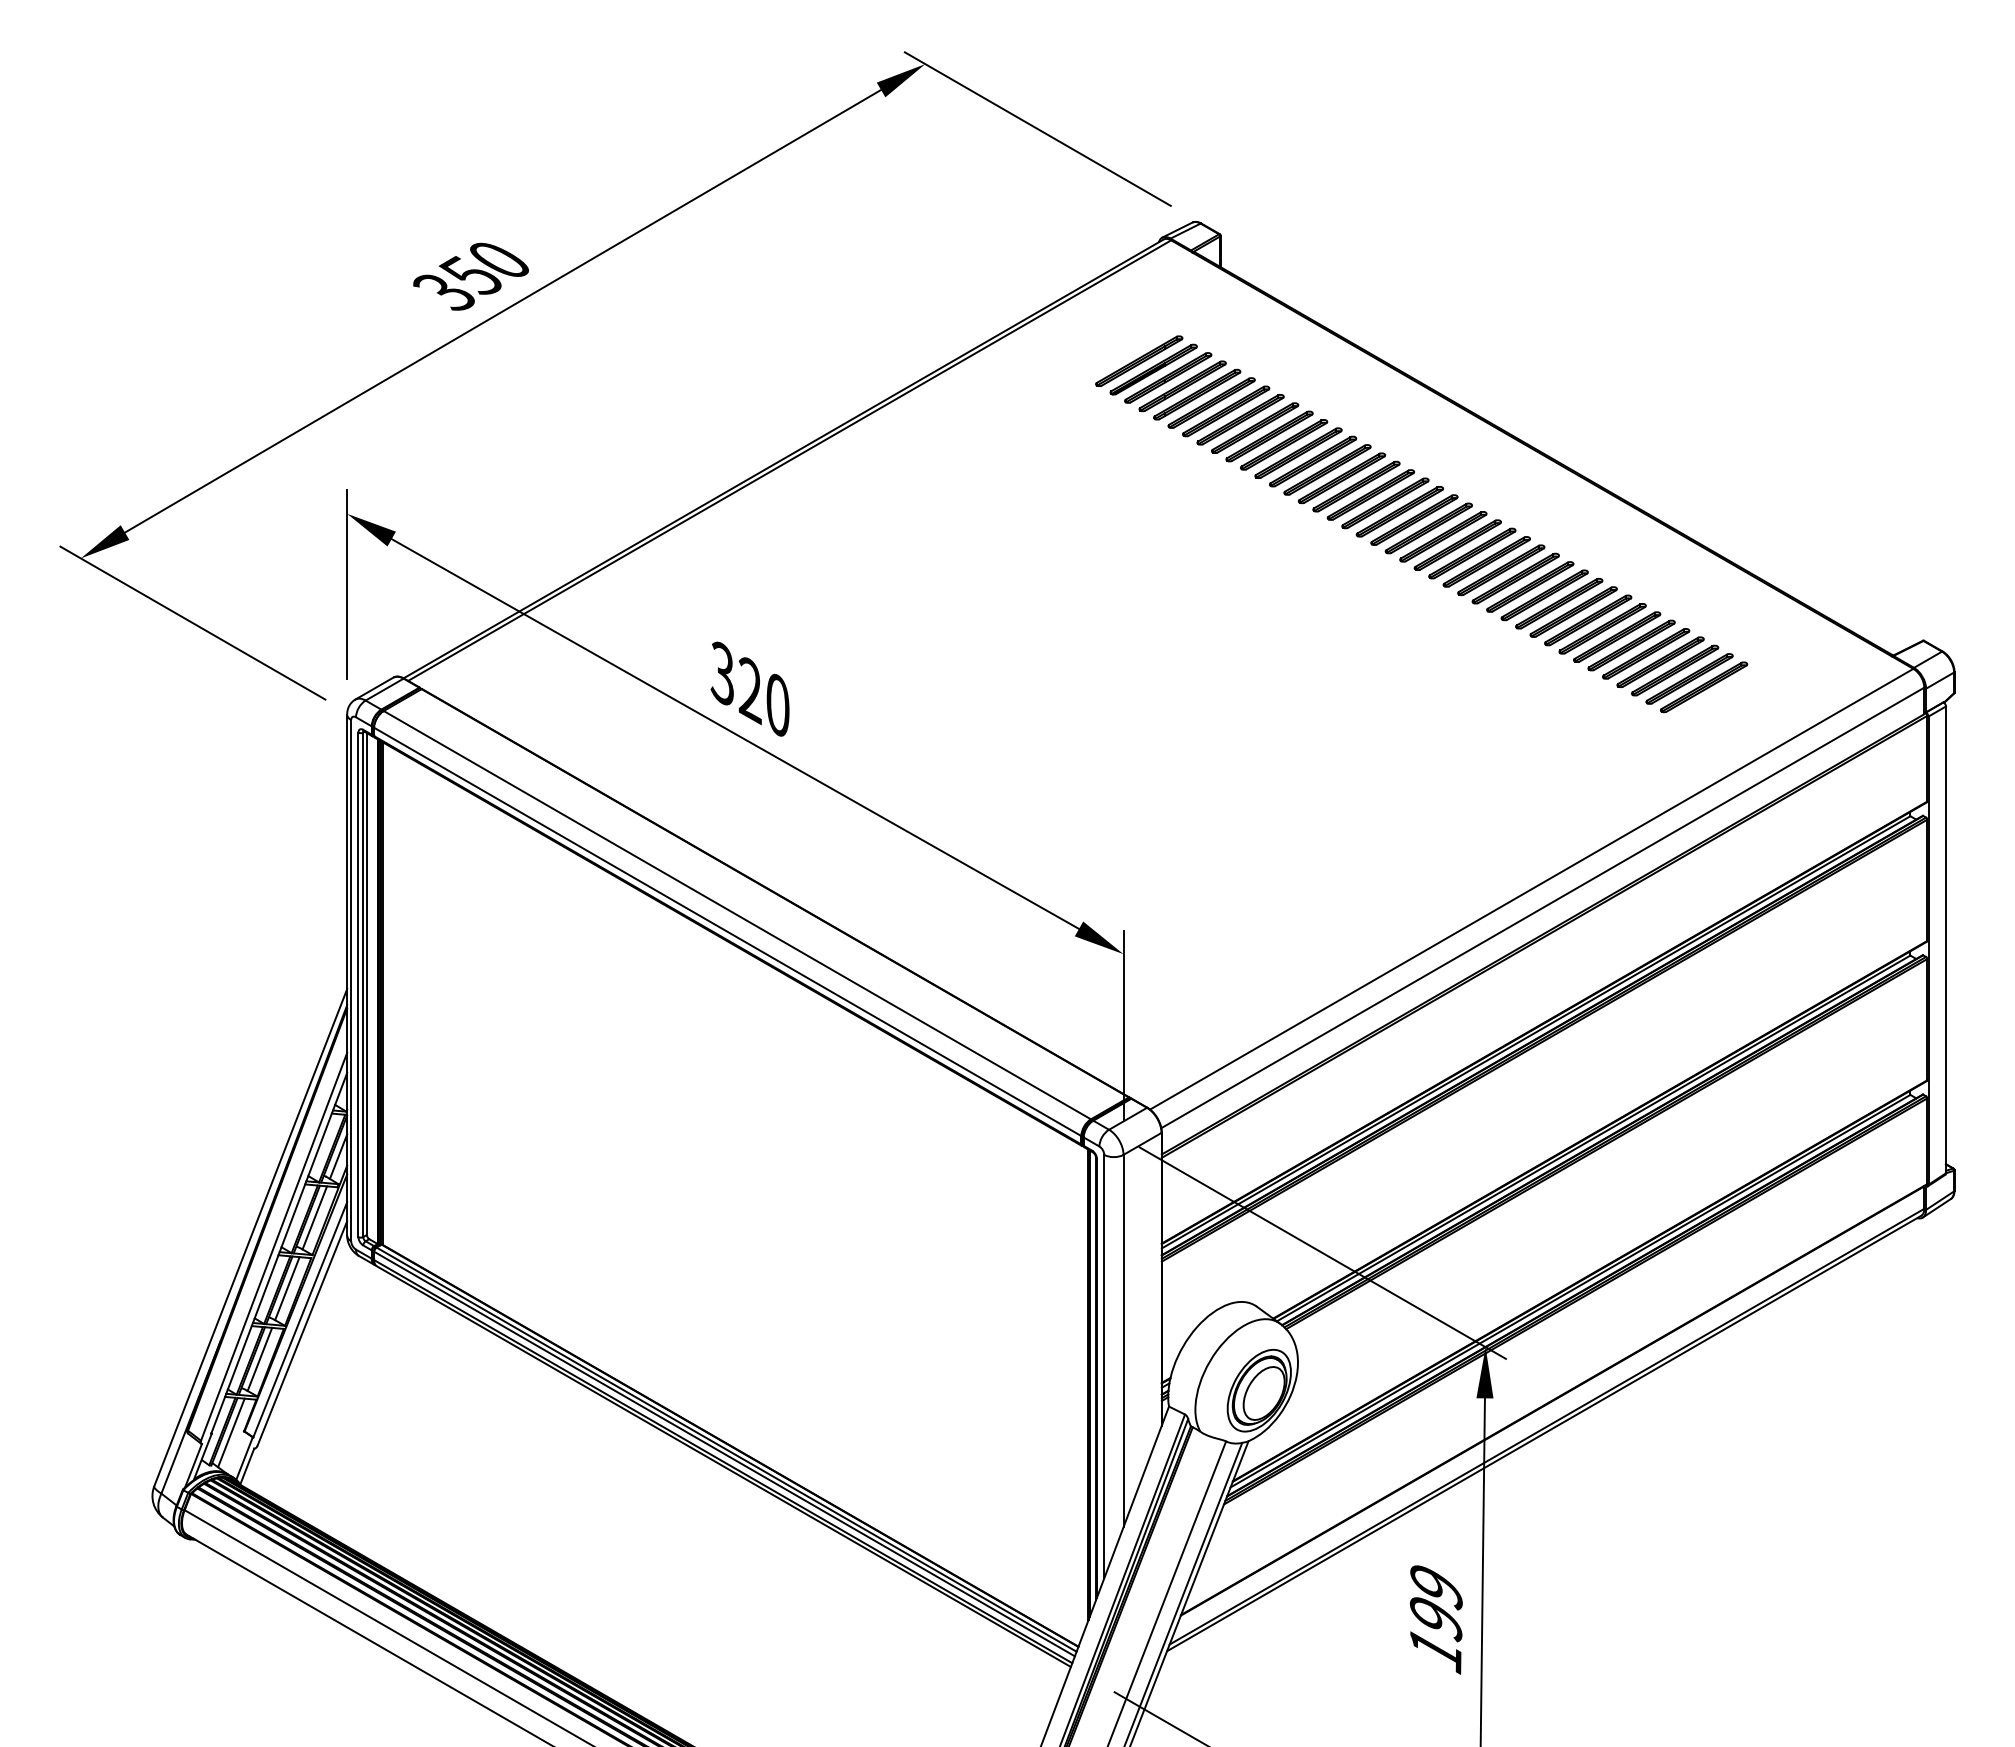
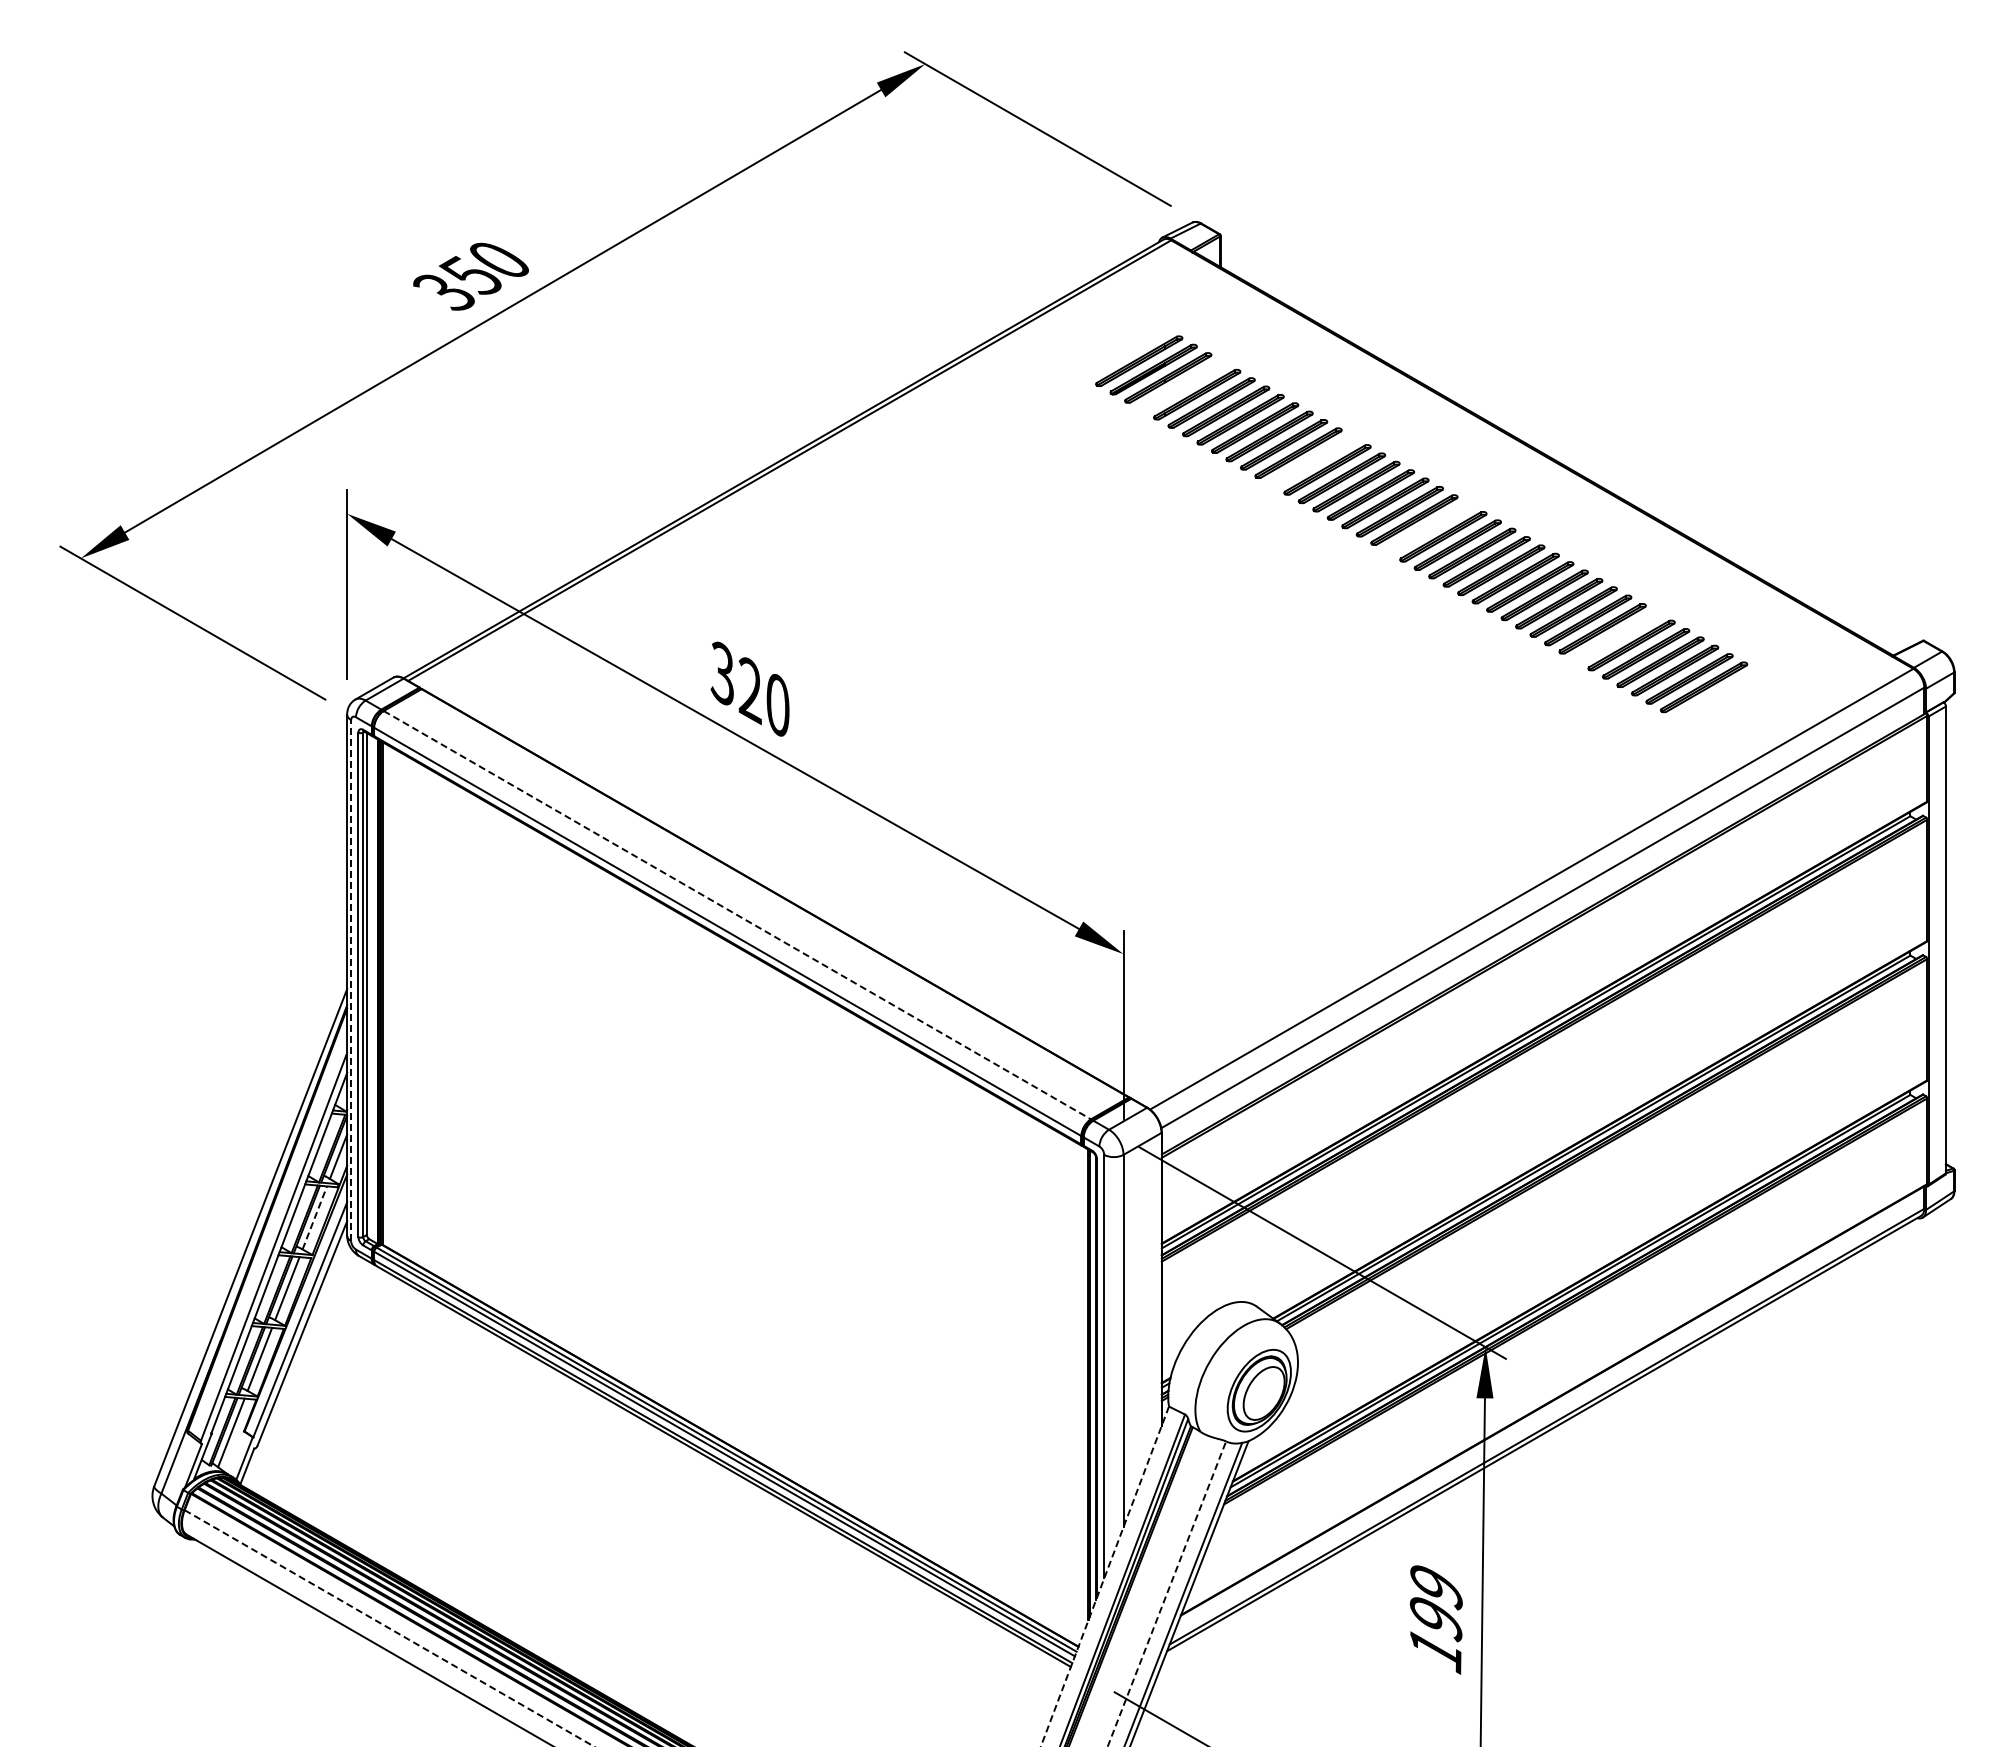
part at (1182, 386): present -> none
part at (1313, 461): present -> none
part at (1428, 528): present -> none
part at (1617, 636): present -> none
line at (737, 915): solid -> dashed
line at (351, 980): solid -> dashed
line at (314, 1217): solid -> dashed
line at (1104, 1576): solid -> dashed
line at (1166, 1594): solid -> dashed
line at (389, 1628): solid -> dashed
